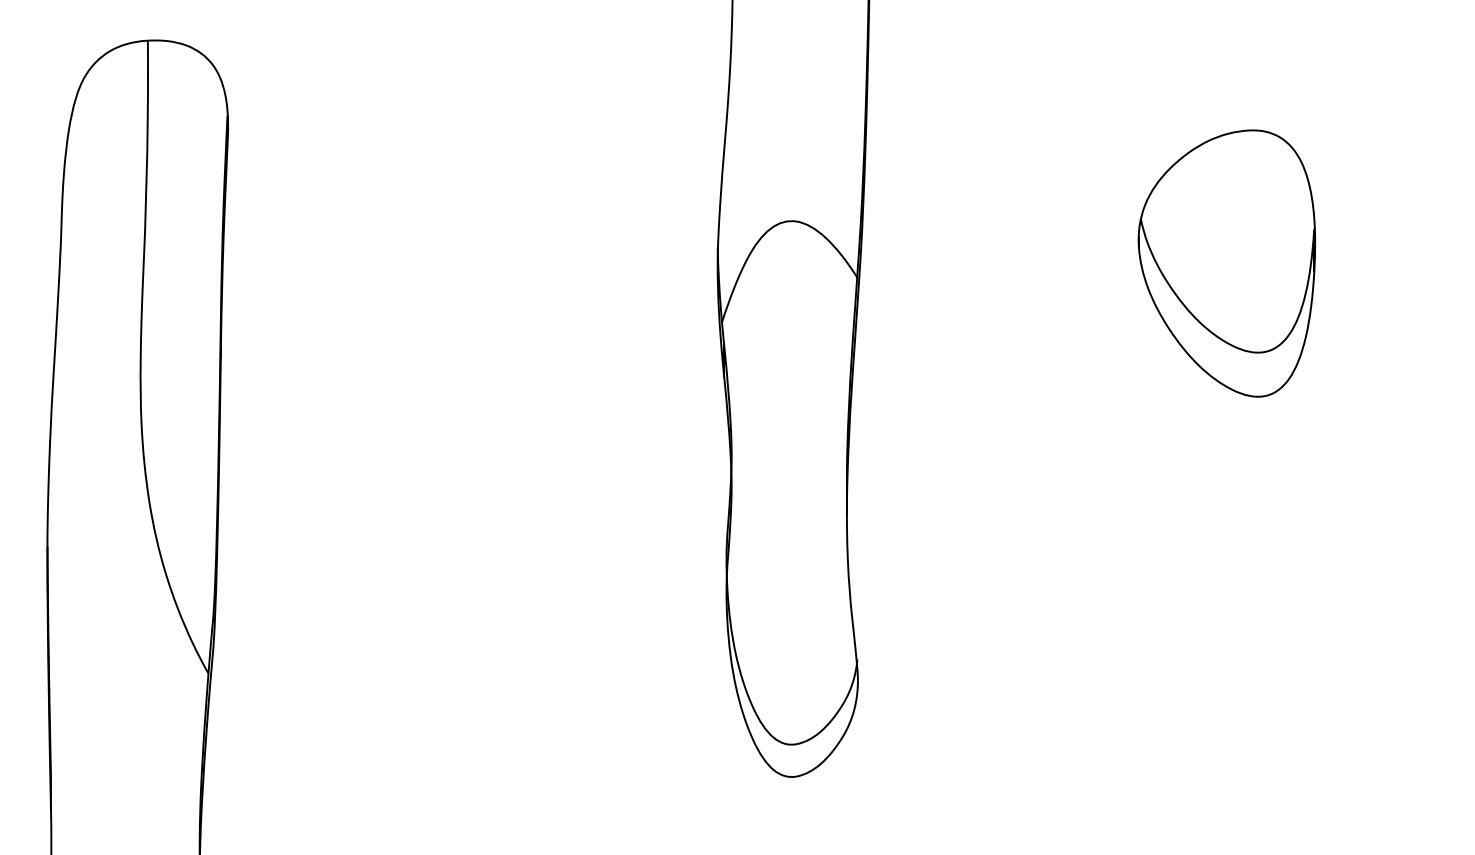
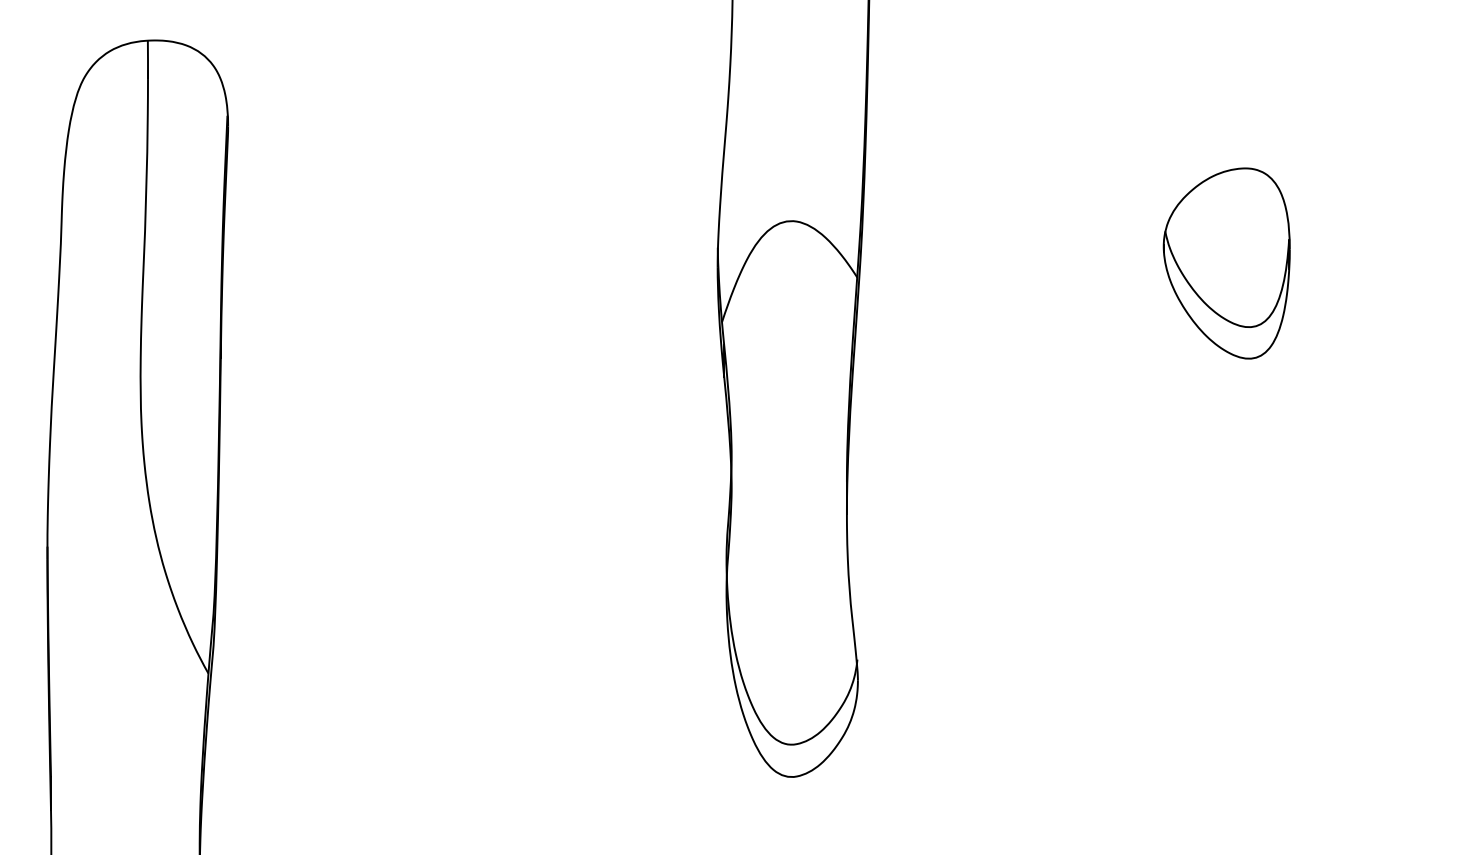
part at (1226, 263) size: 180x269 px -> 129x193 px
